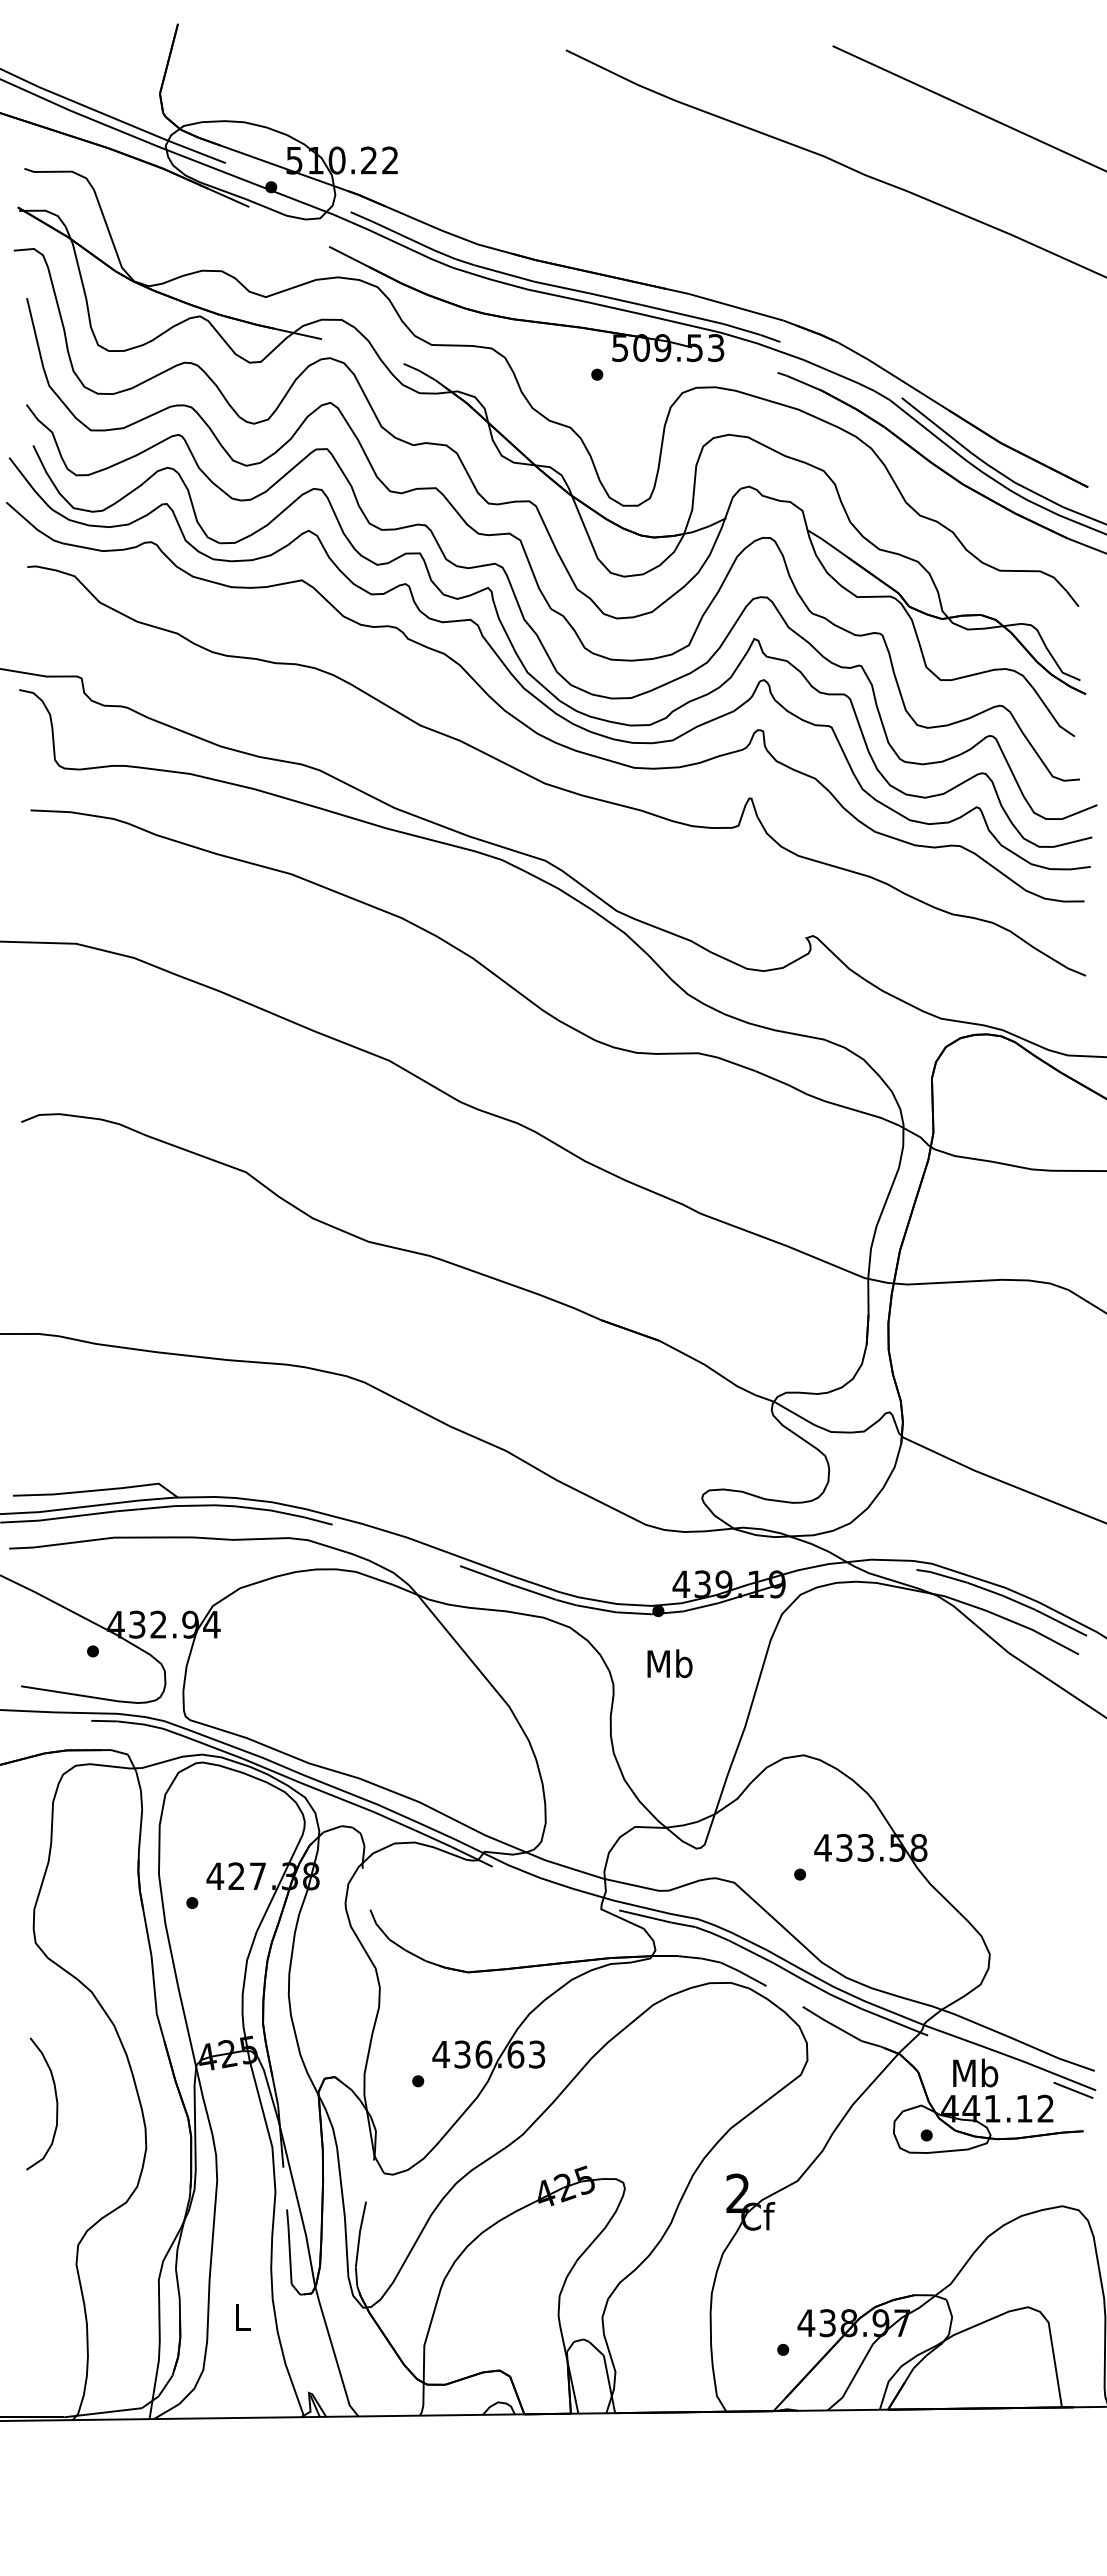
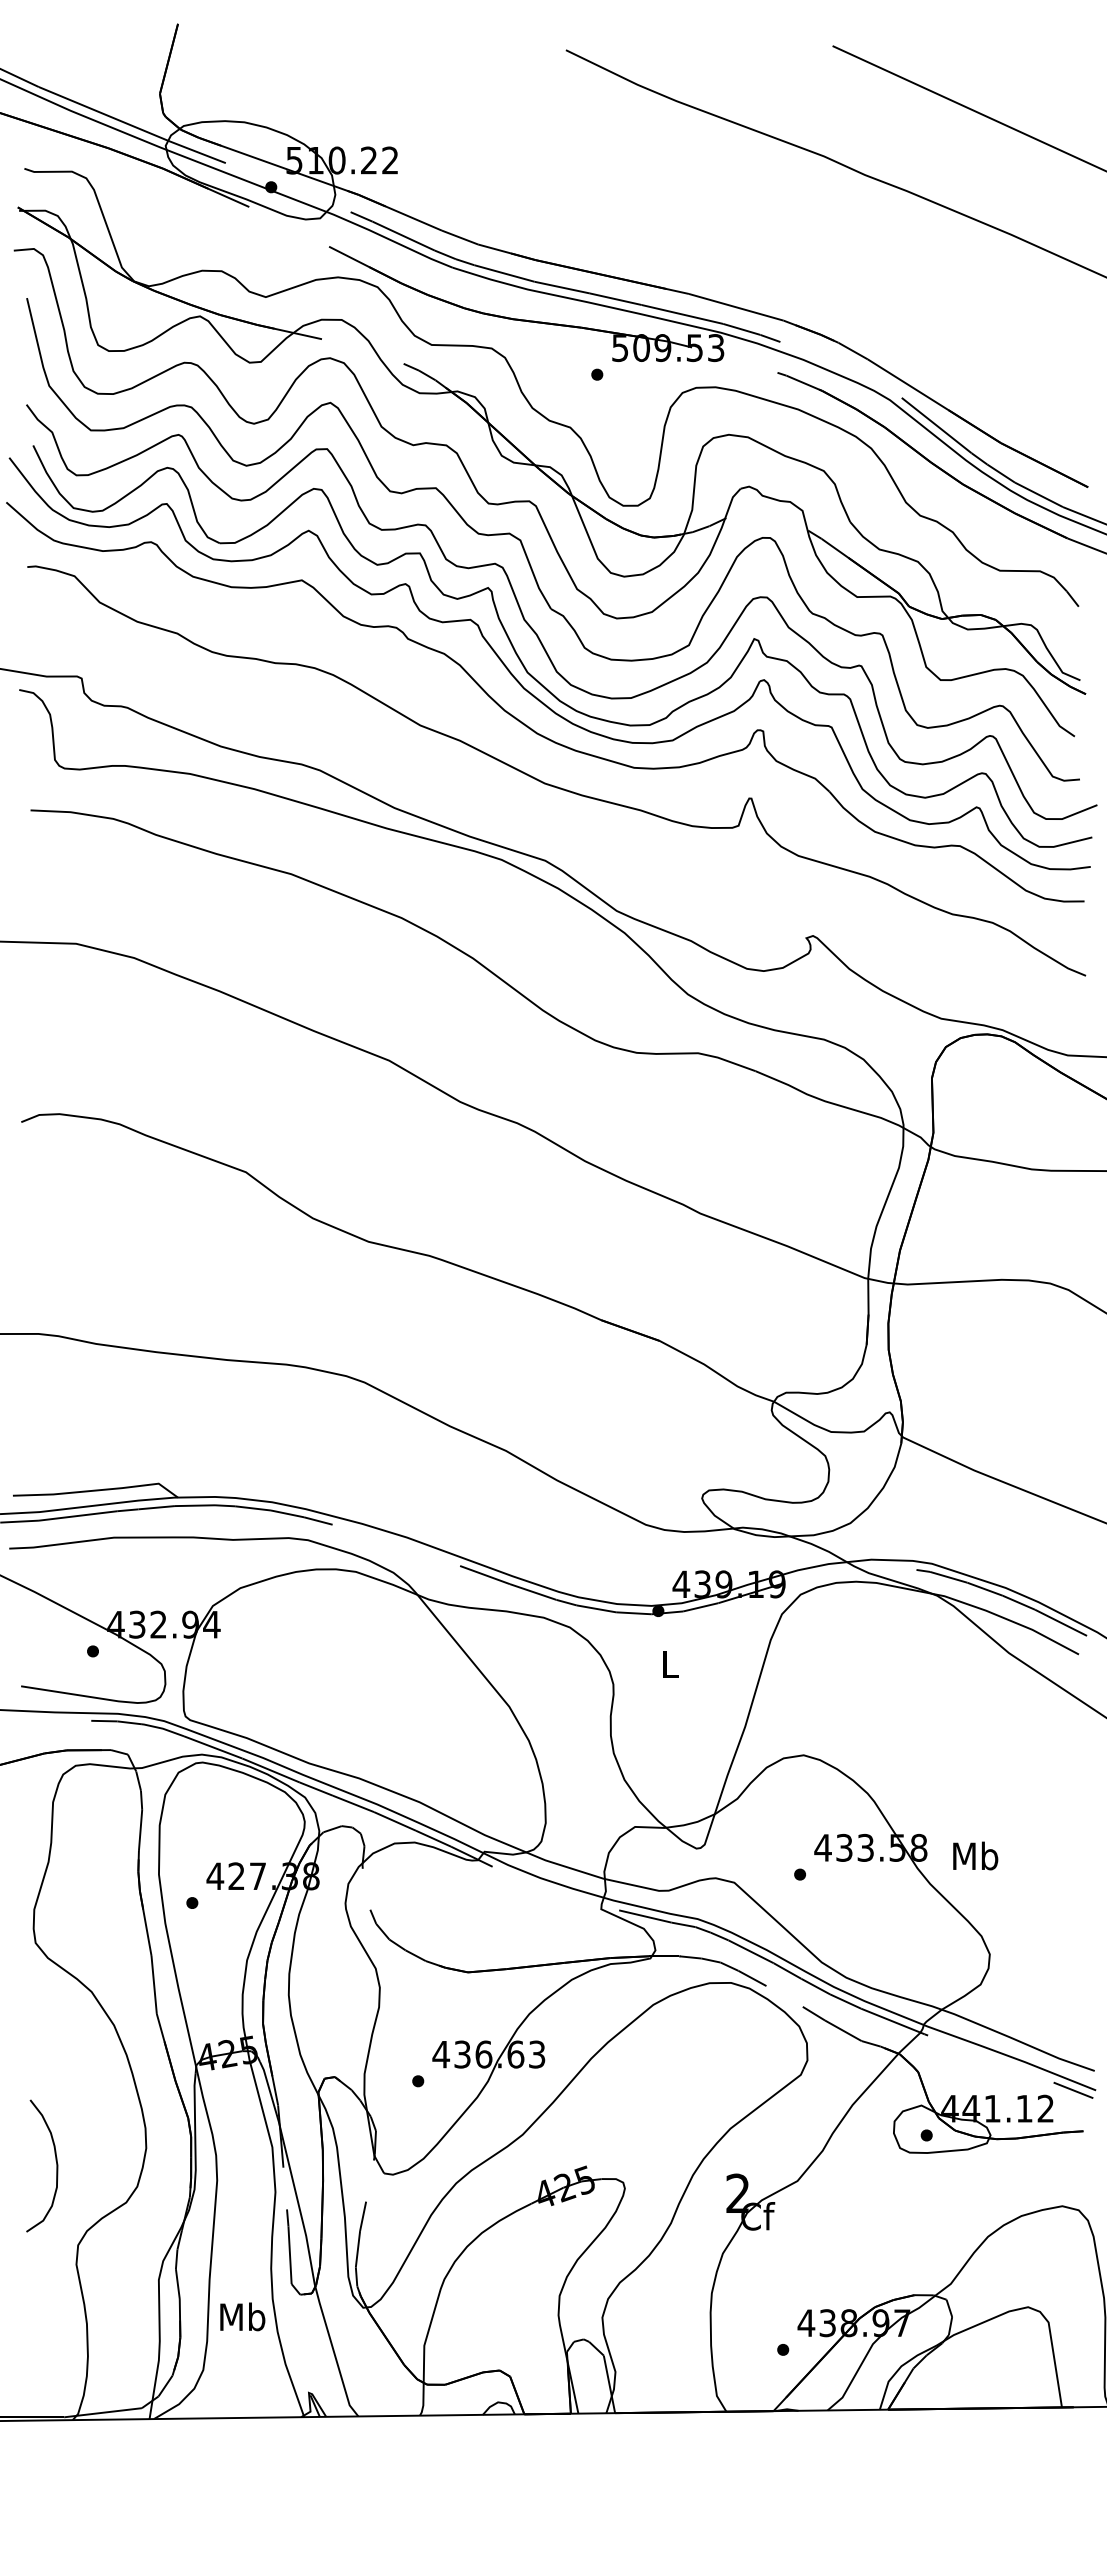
text at (669, 1663): Mb -> L
text at (975, 2072) position: (975, 2072) -> (975, 1855)
curve at (55, 2098) position: (55, 2098) -> (55, 2160)
text at (242, 2316): L -> Mb
